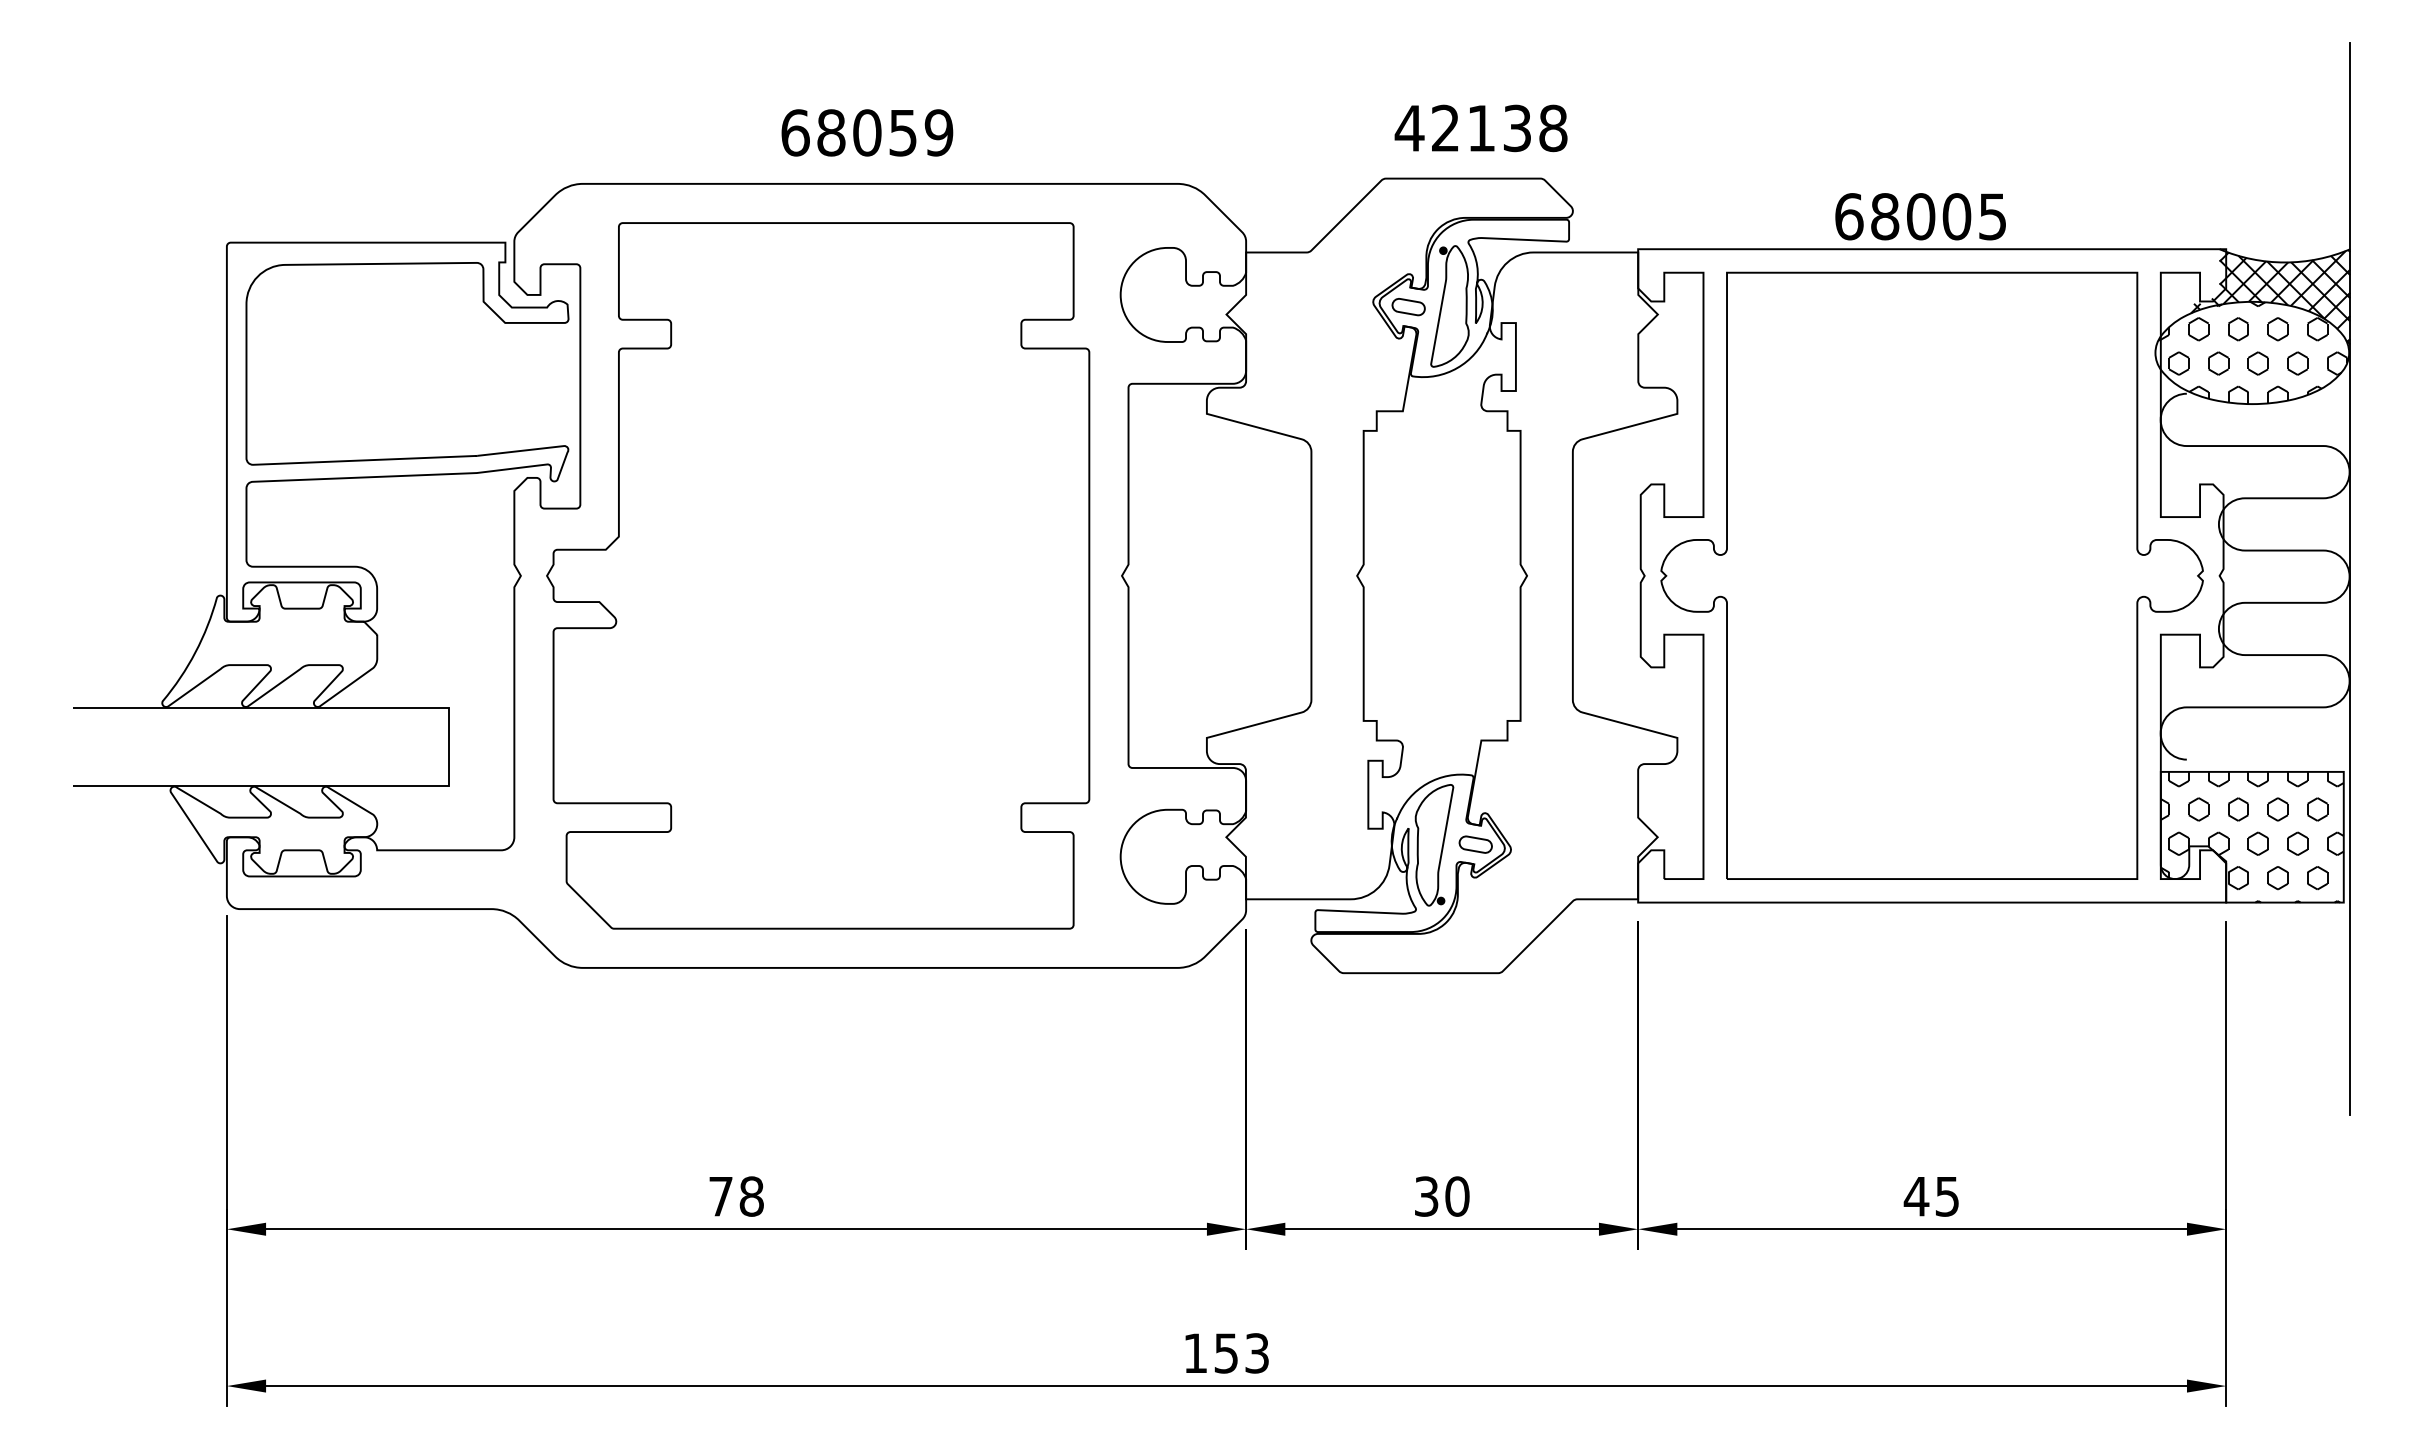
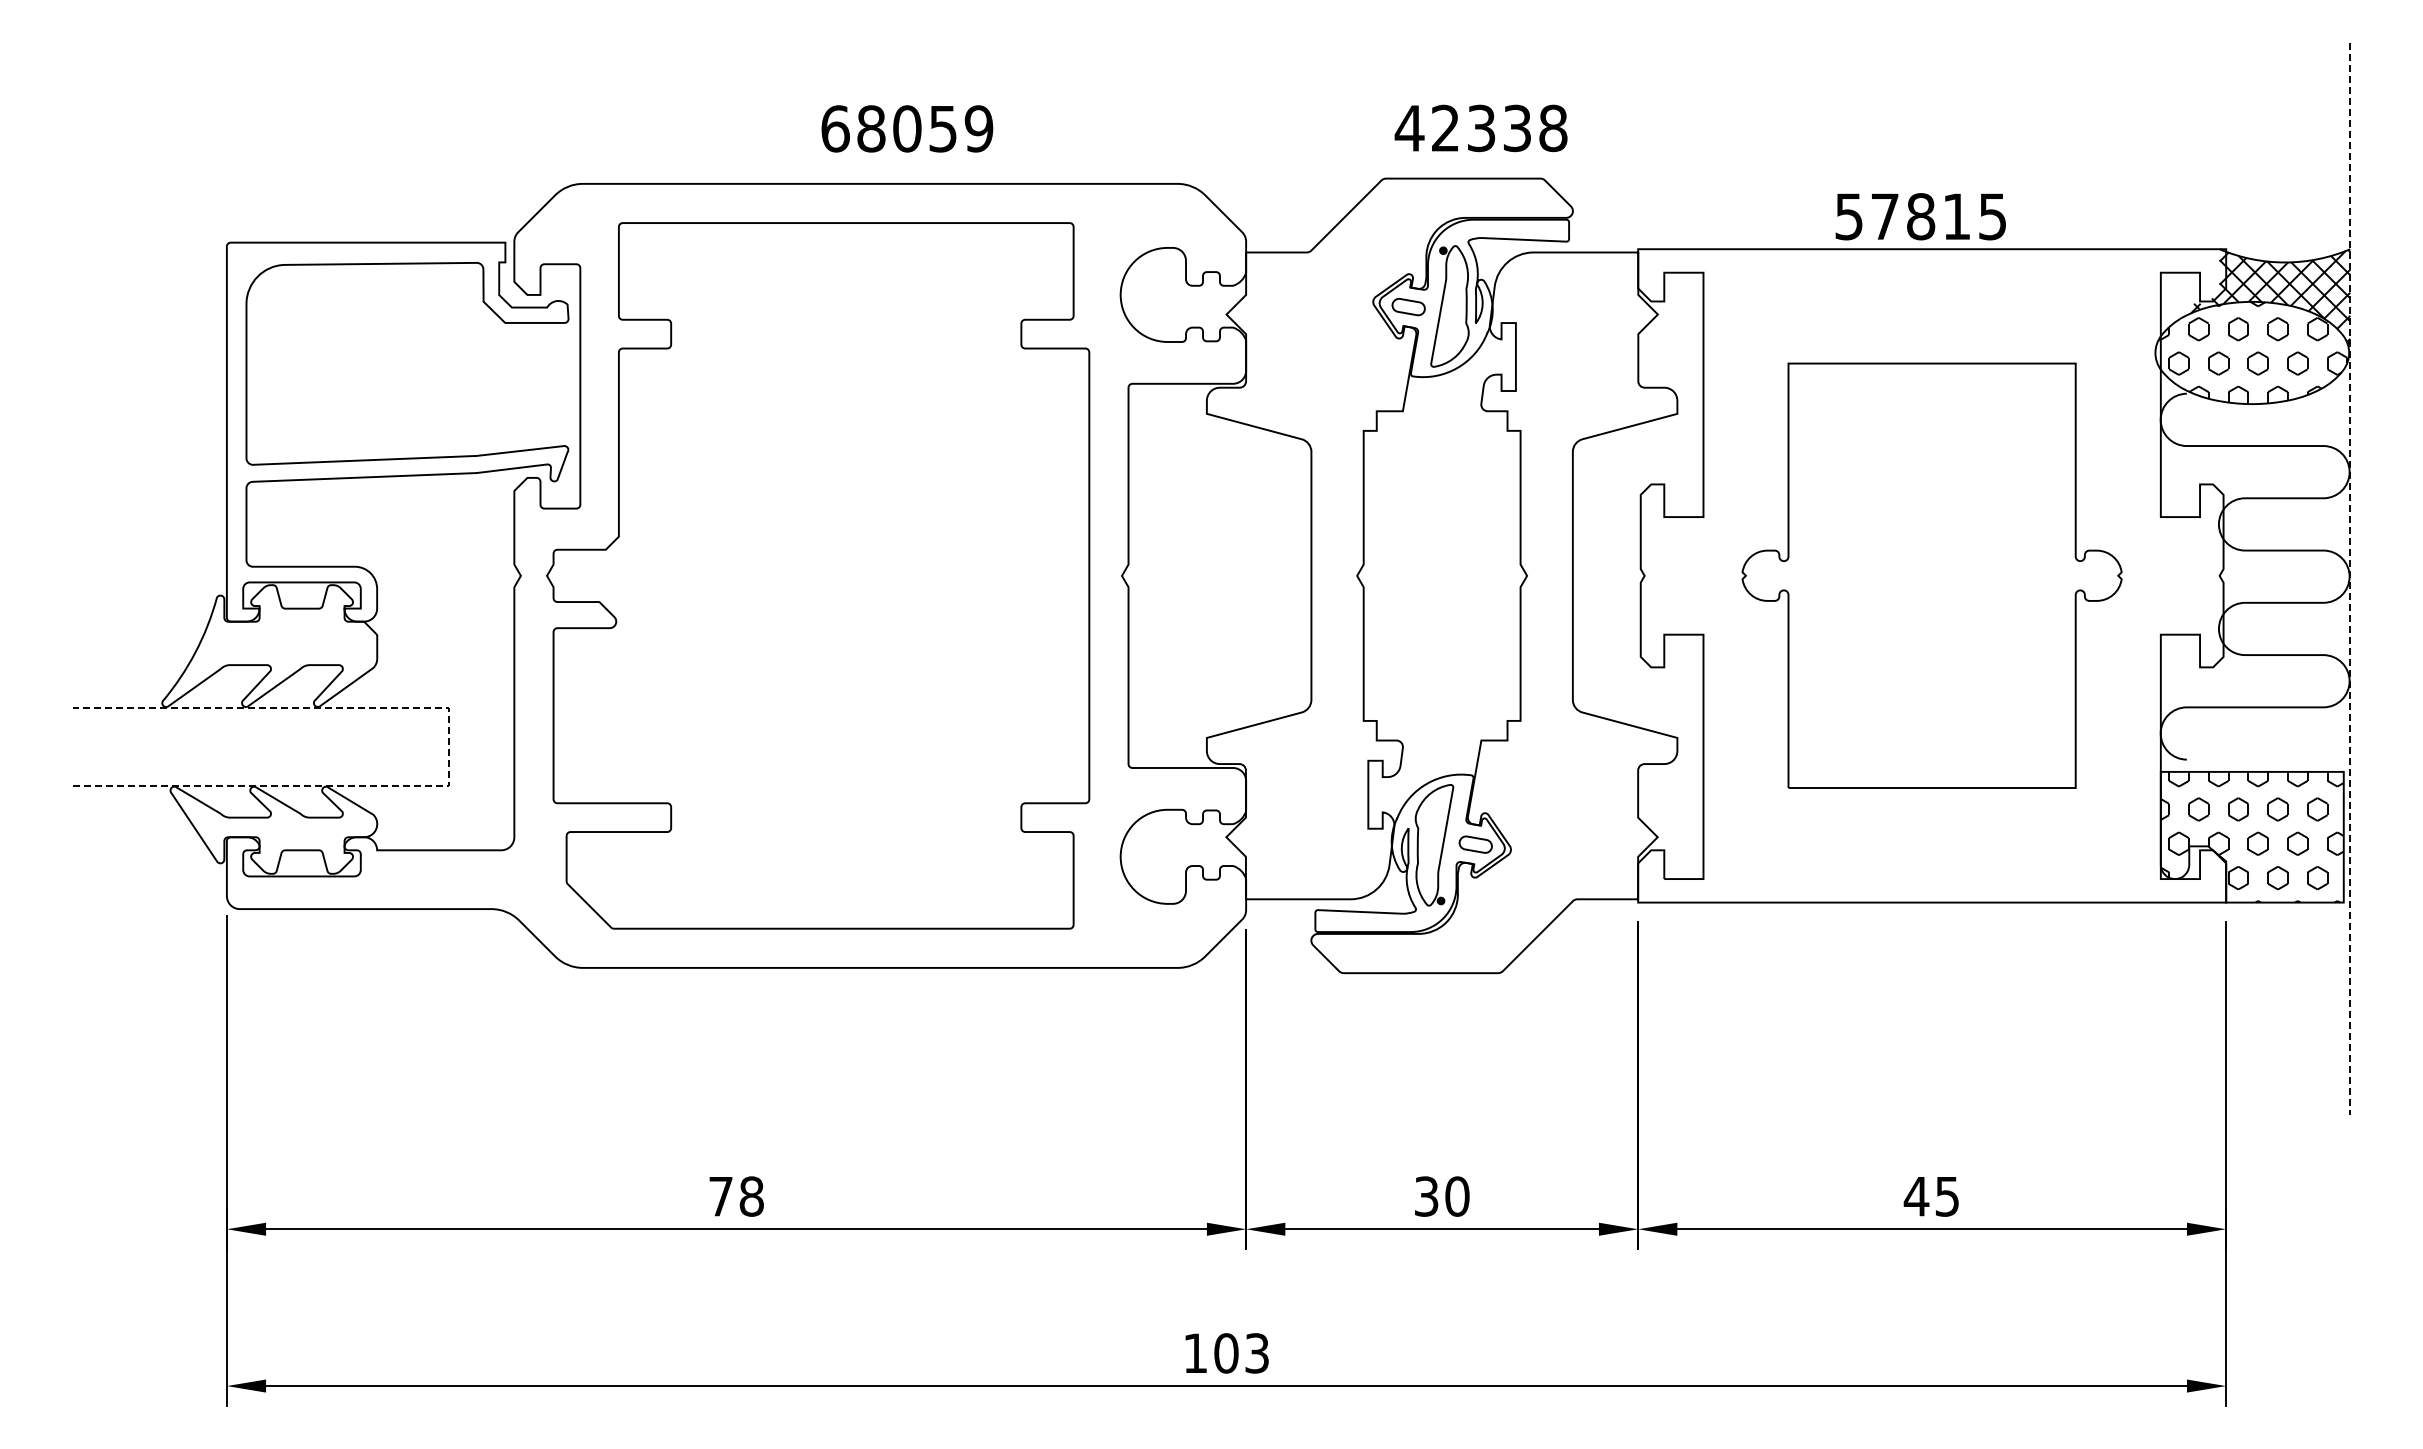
text at (1481, 128): 42138 -> 42338
text at (867, 132) position: (867, 132) -> (907, 128)
text at (1903, 216): 68005 -> 57815
part at (1931, 575) size: 544x609 px -> 382x427 px
line at (2350, 579): solid -> dashed
line at (449, 746): solid -> dashed
text at (1226, 1353): 153 -> 103
